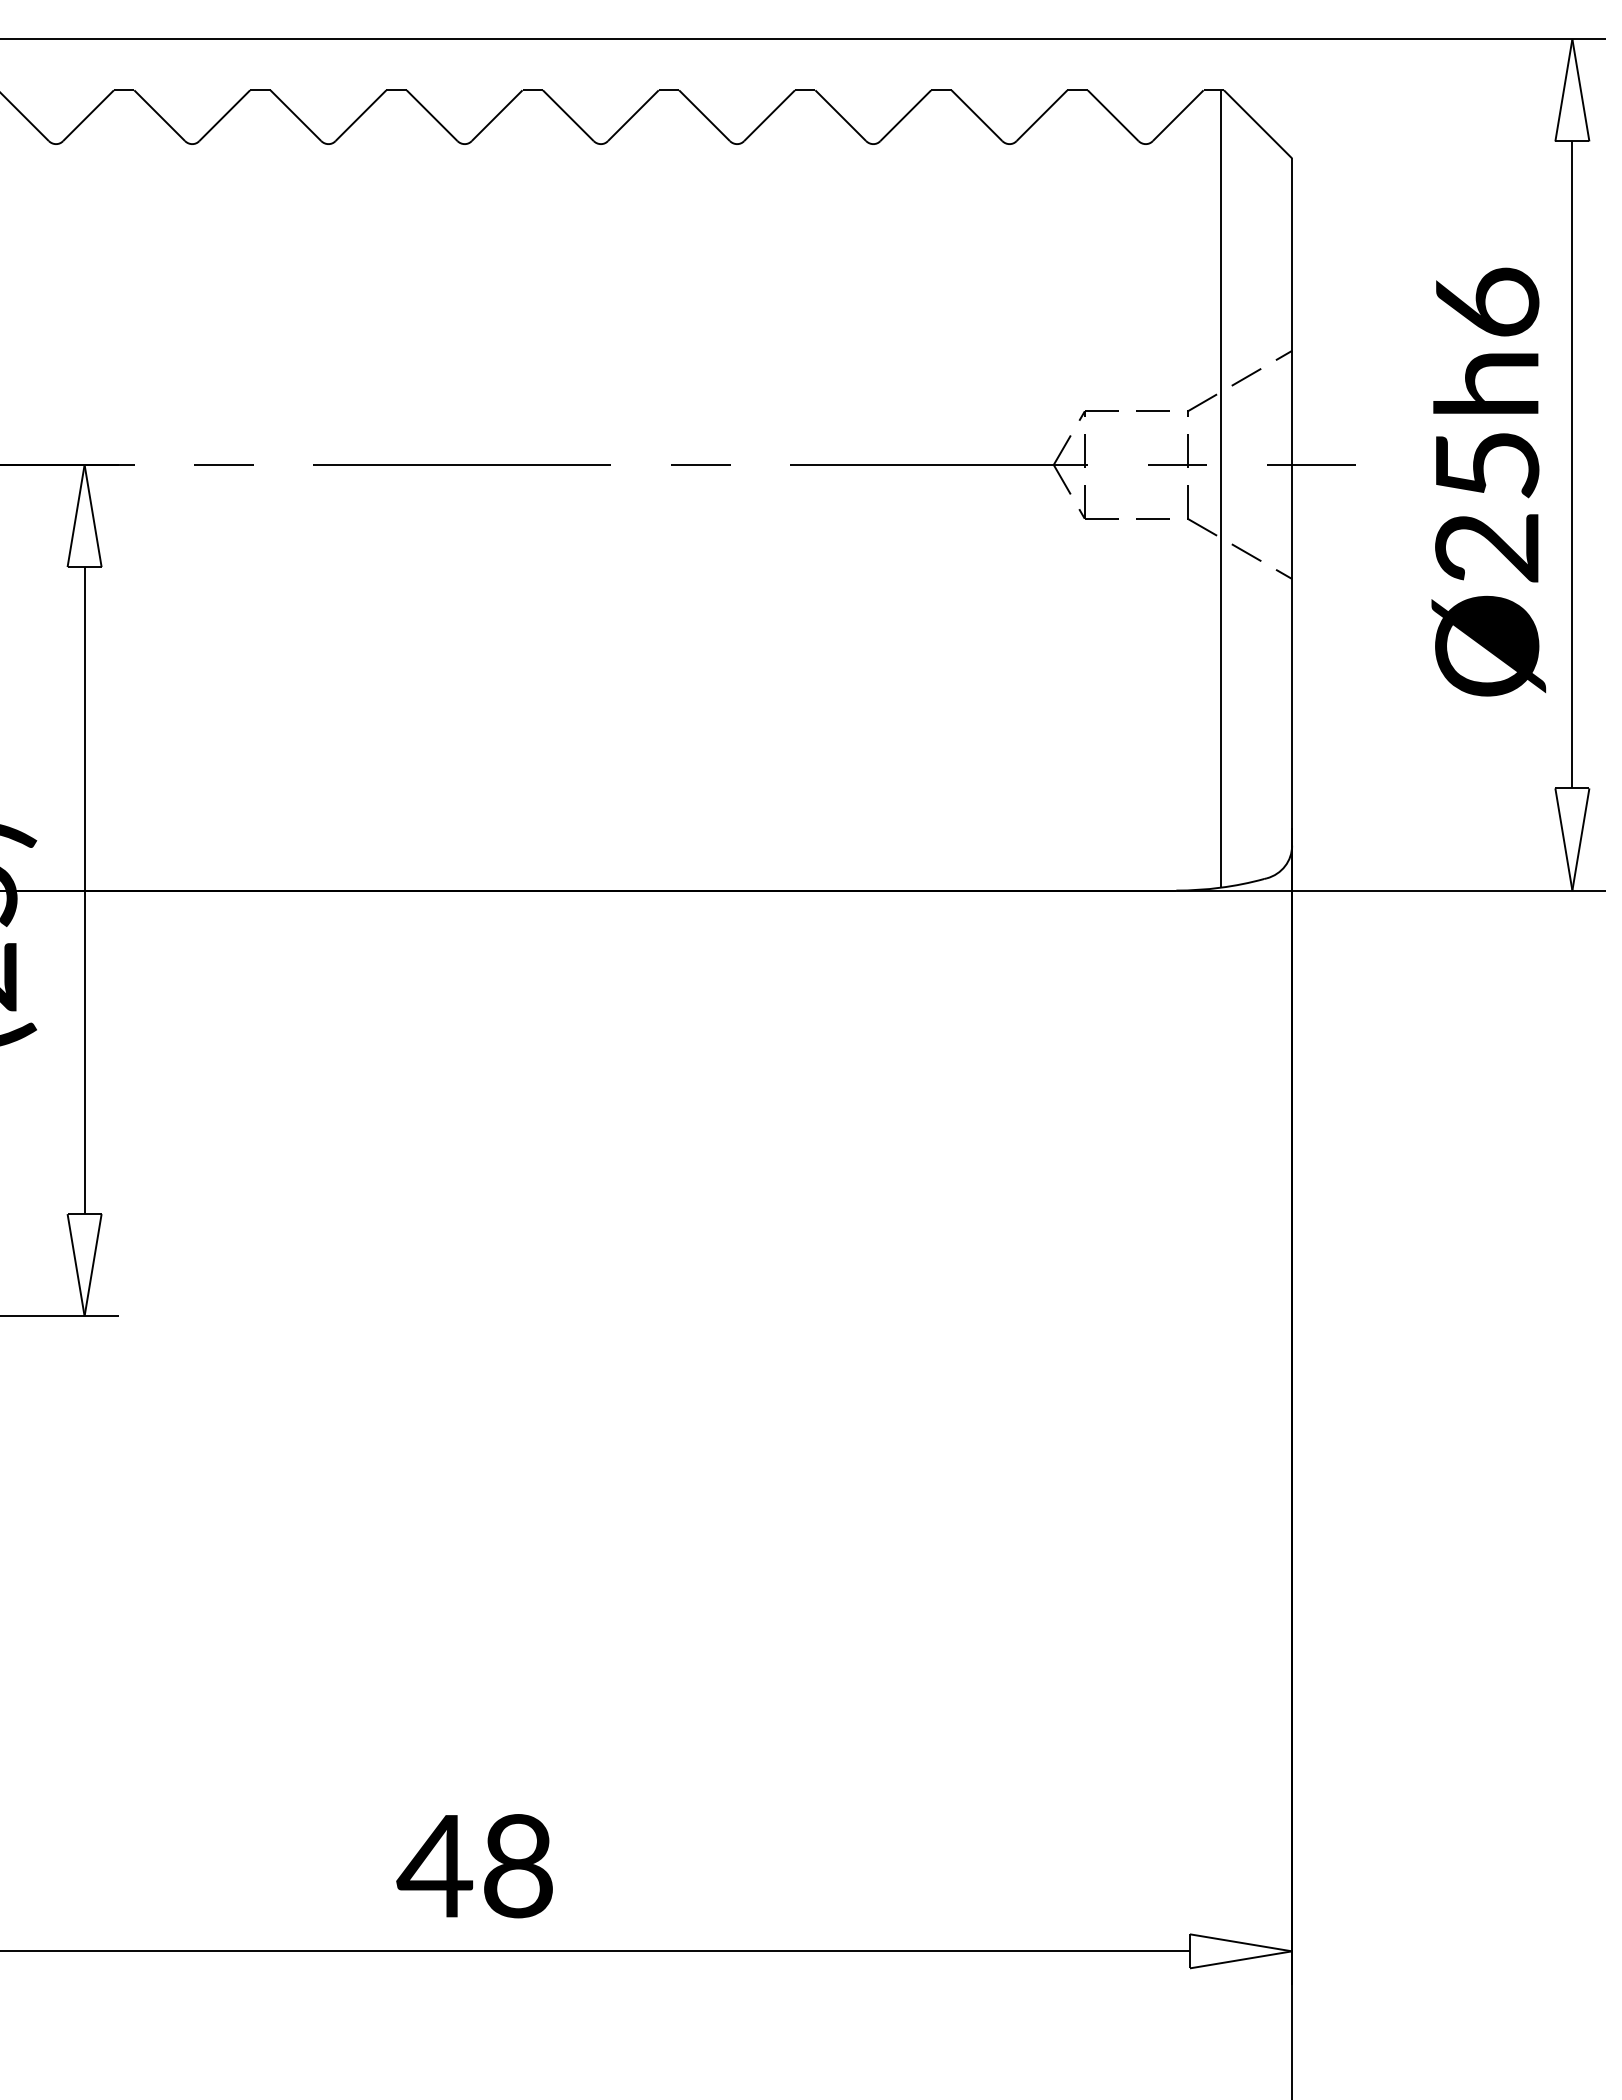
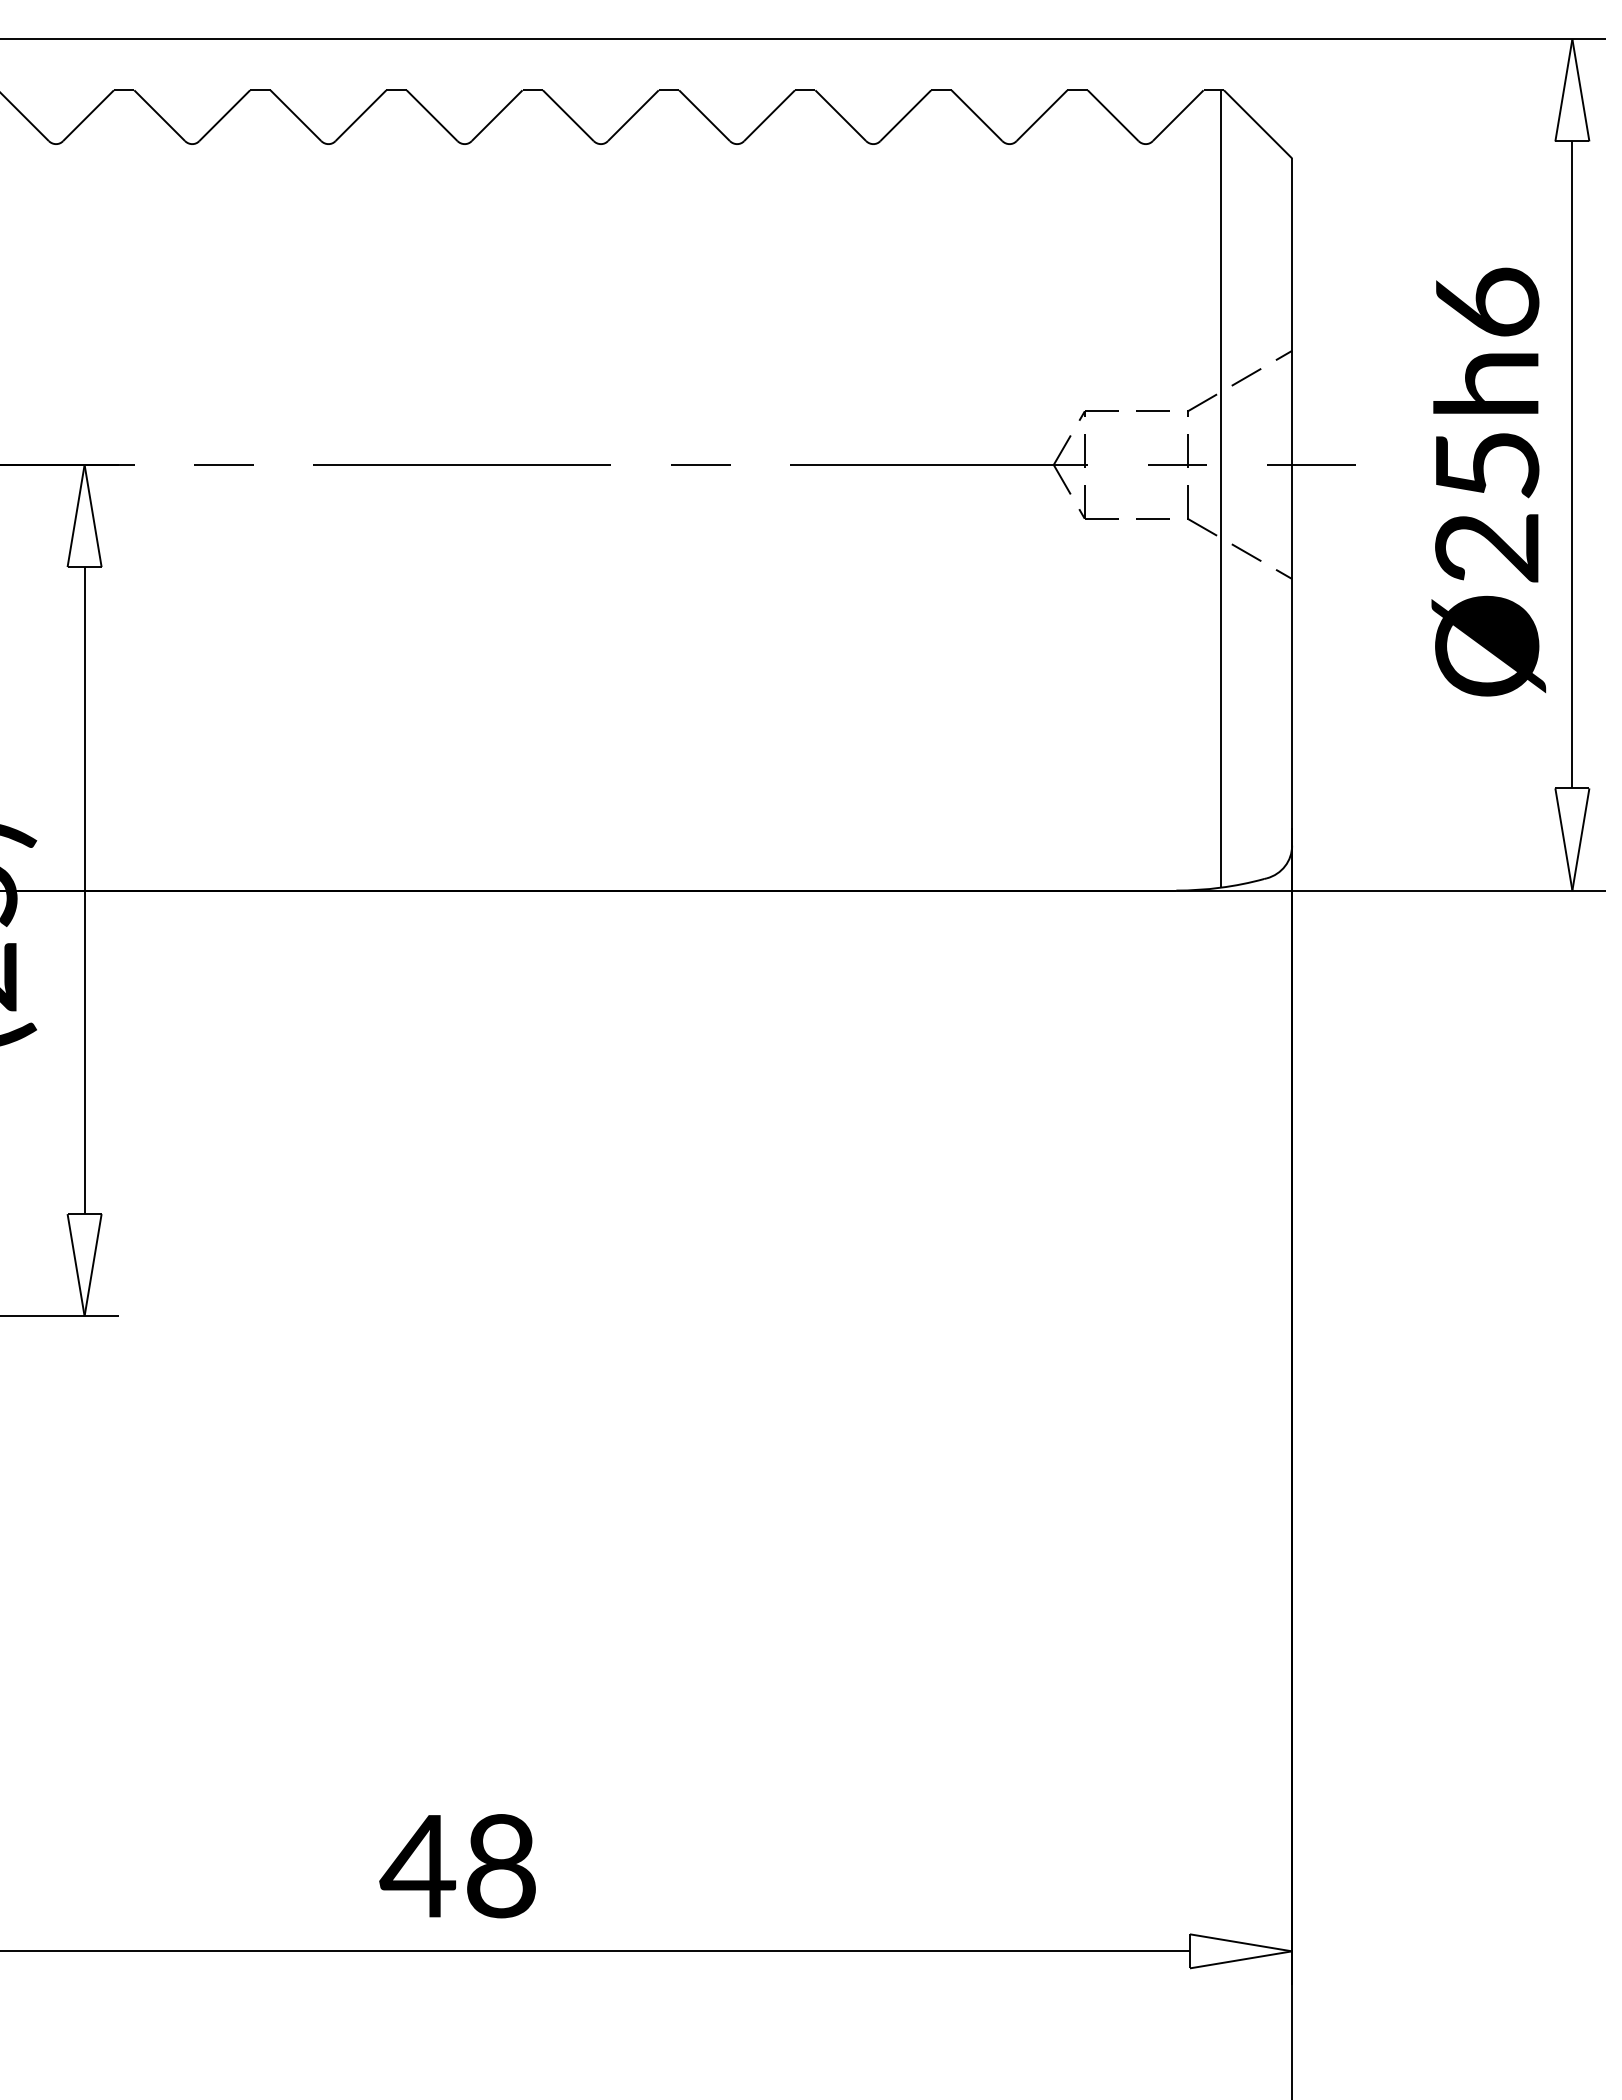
text at (474, 1866) position: (474, 1866) -> (457, 1866)
